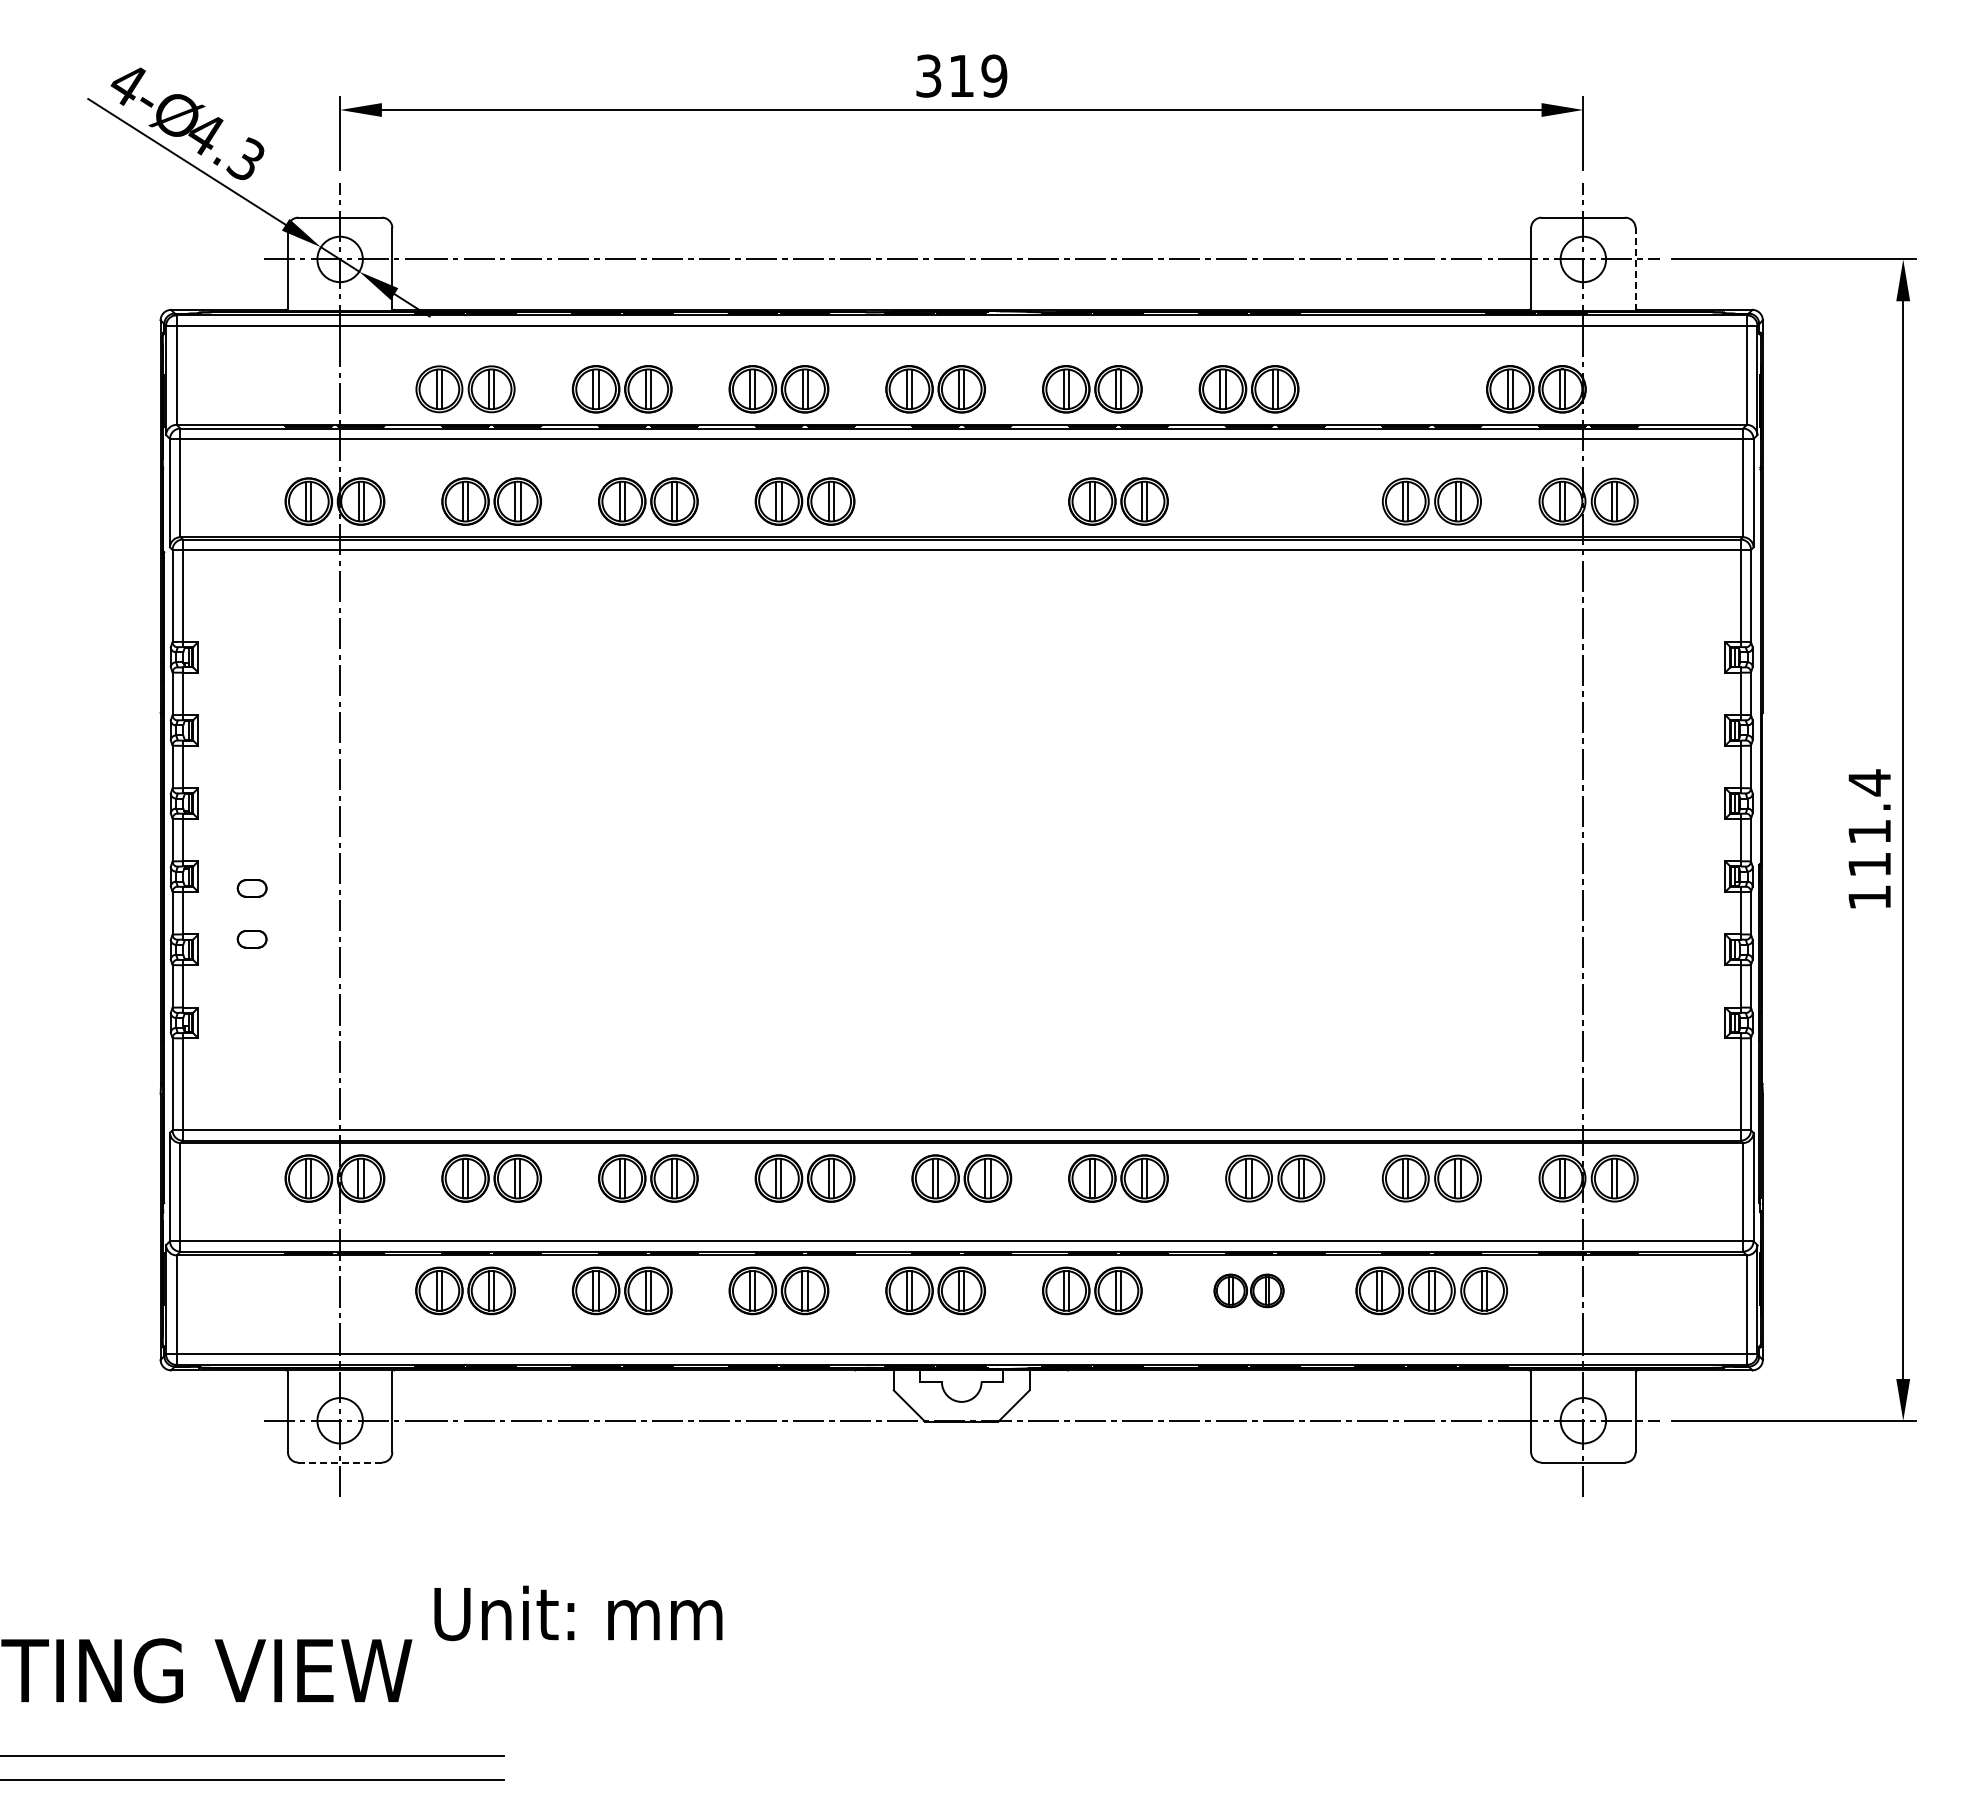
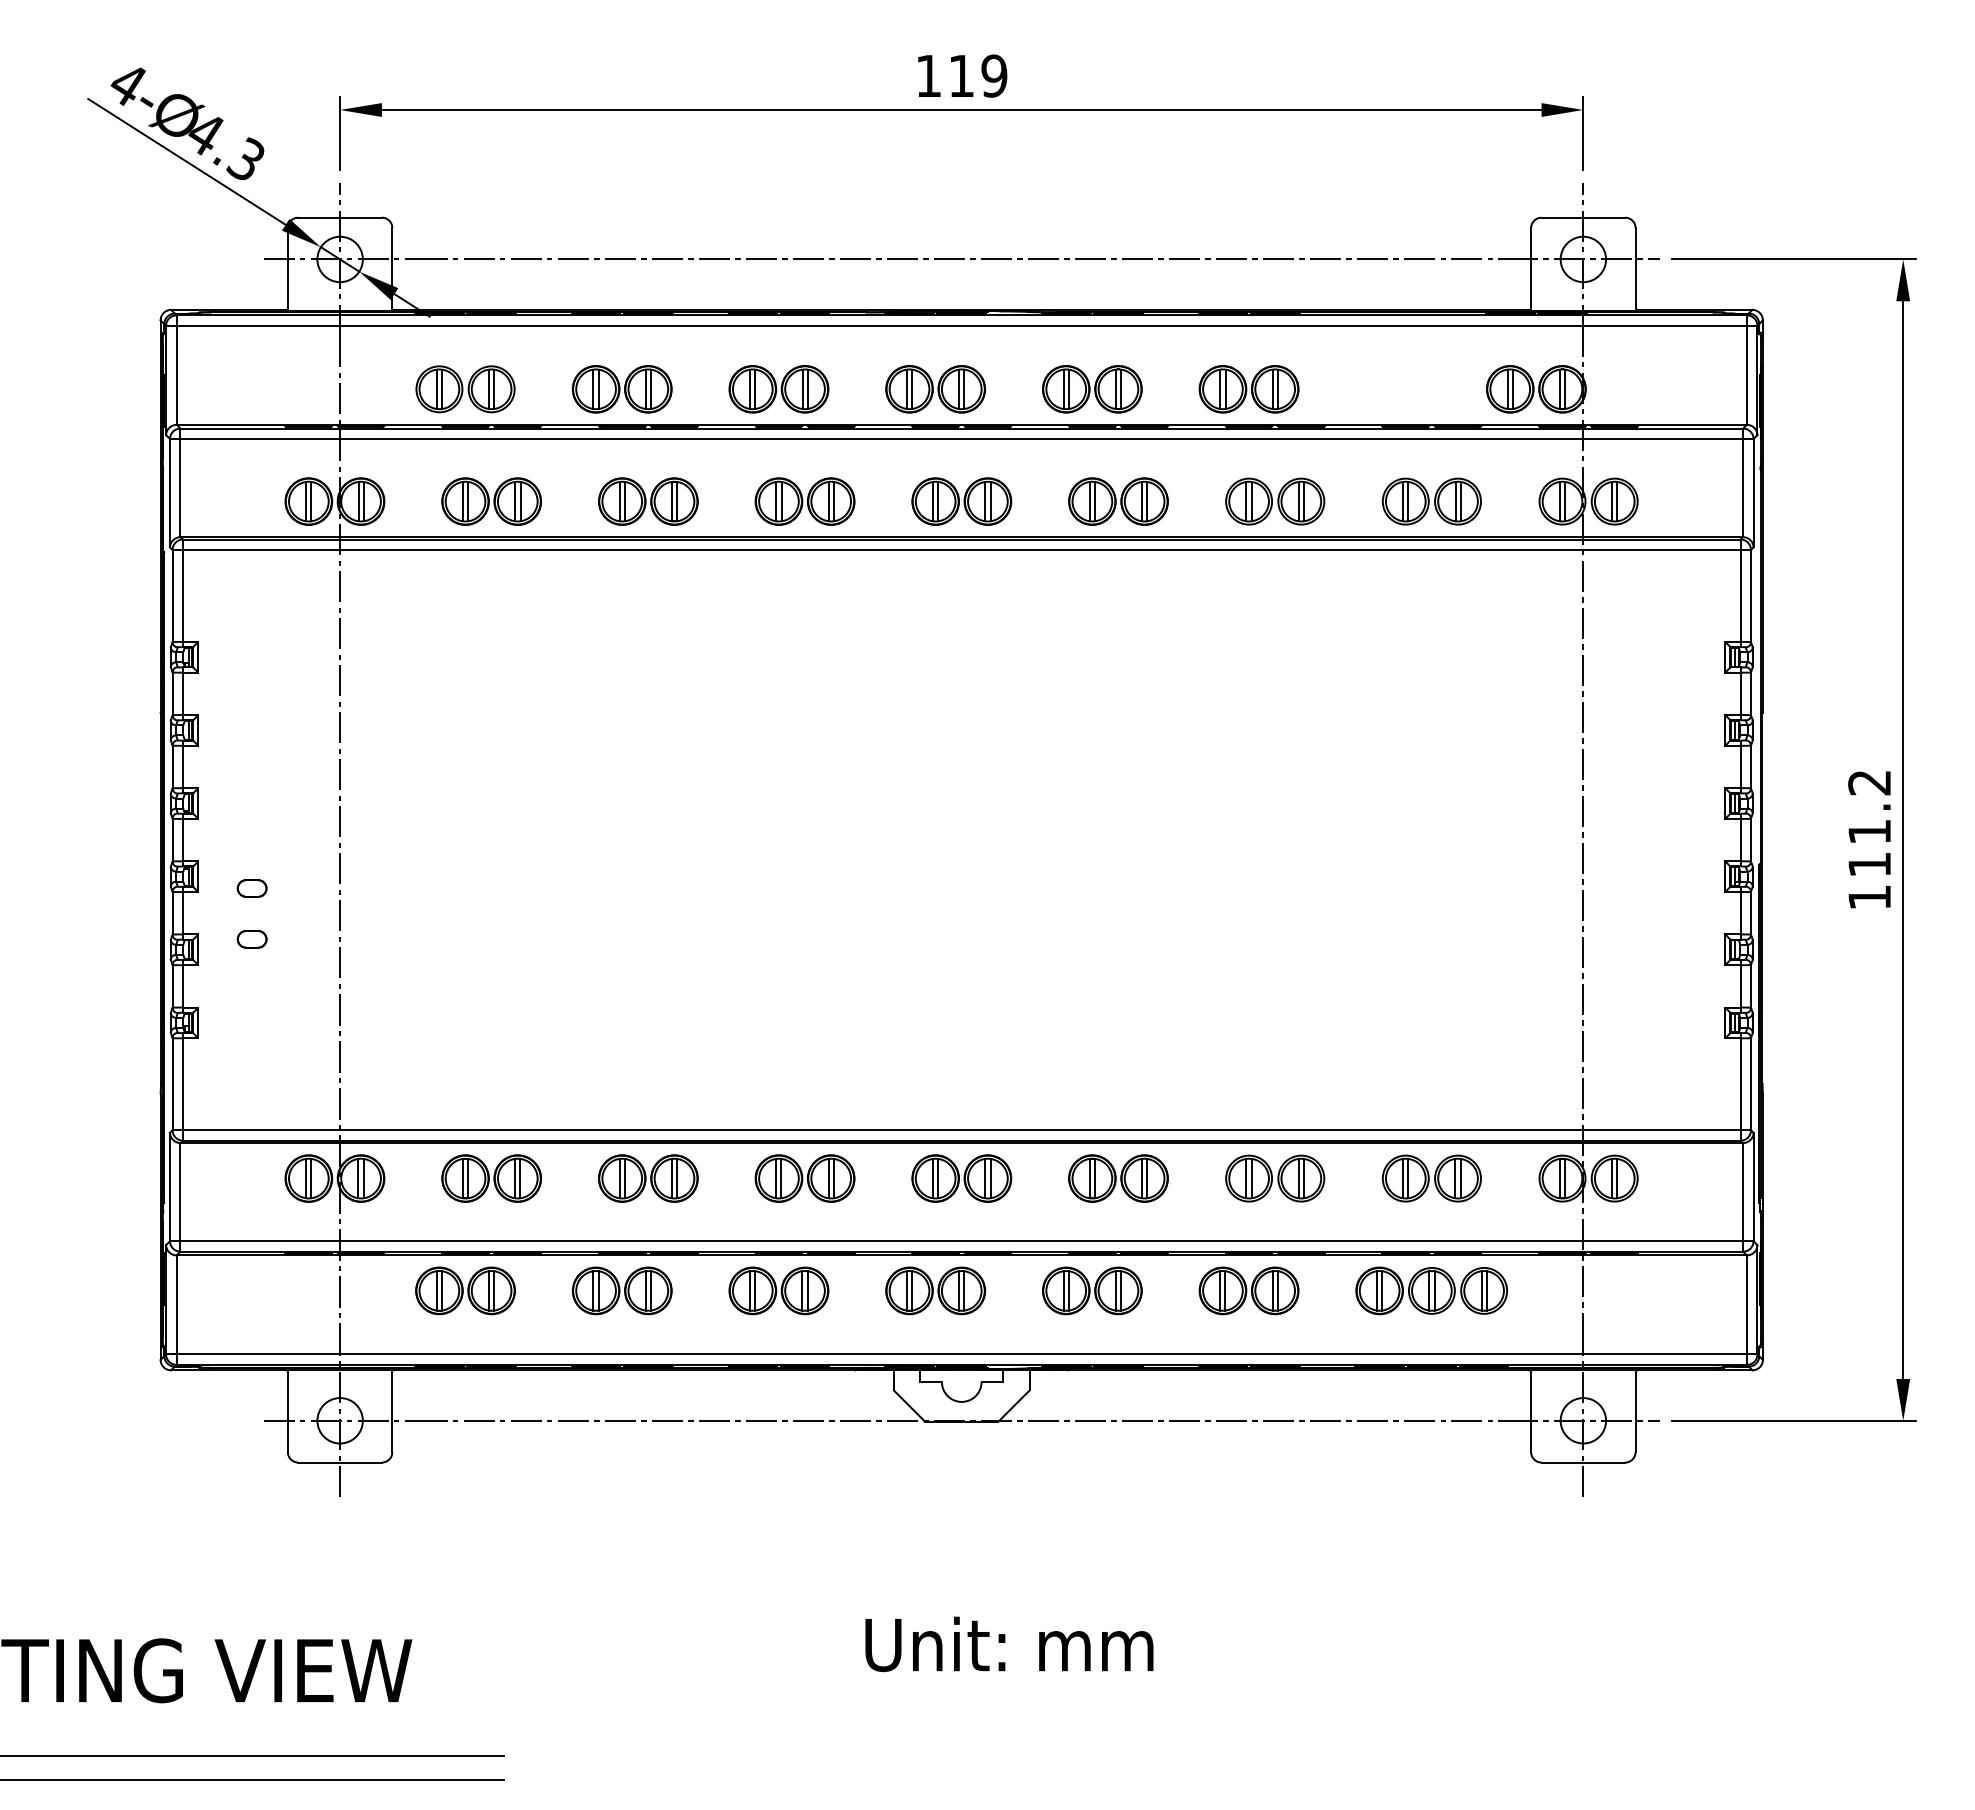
text at (928, 75): 319 -> 119
line at (1635, 268): dashed -> solid
part at (961, 501): none -> present
part at (1275, 501): none -> present
text at (1869, 782): 111.4 -> 111.2
part at (1248, 1290) size: 72x36 px -> 102x50 px
line at (340, 1462): dashed -> solid
text at (578, 1613) position: (578, 1613) -> (1009, 1644)
